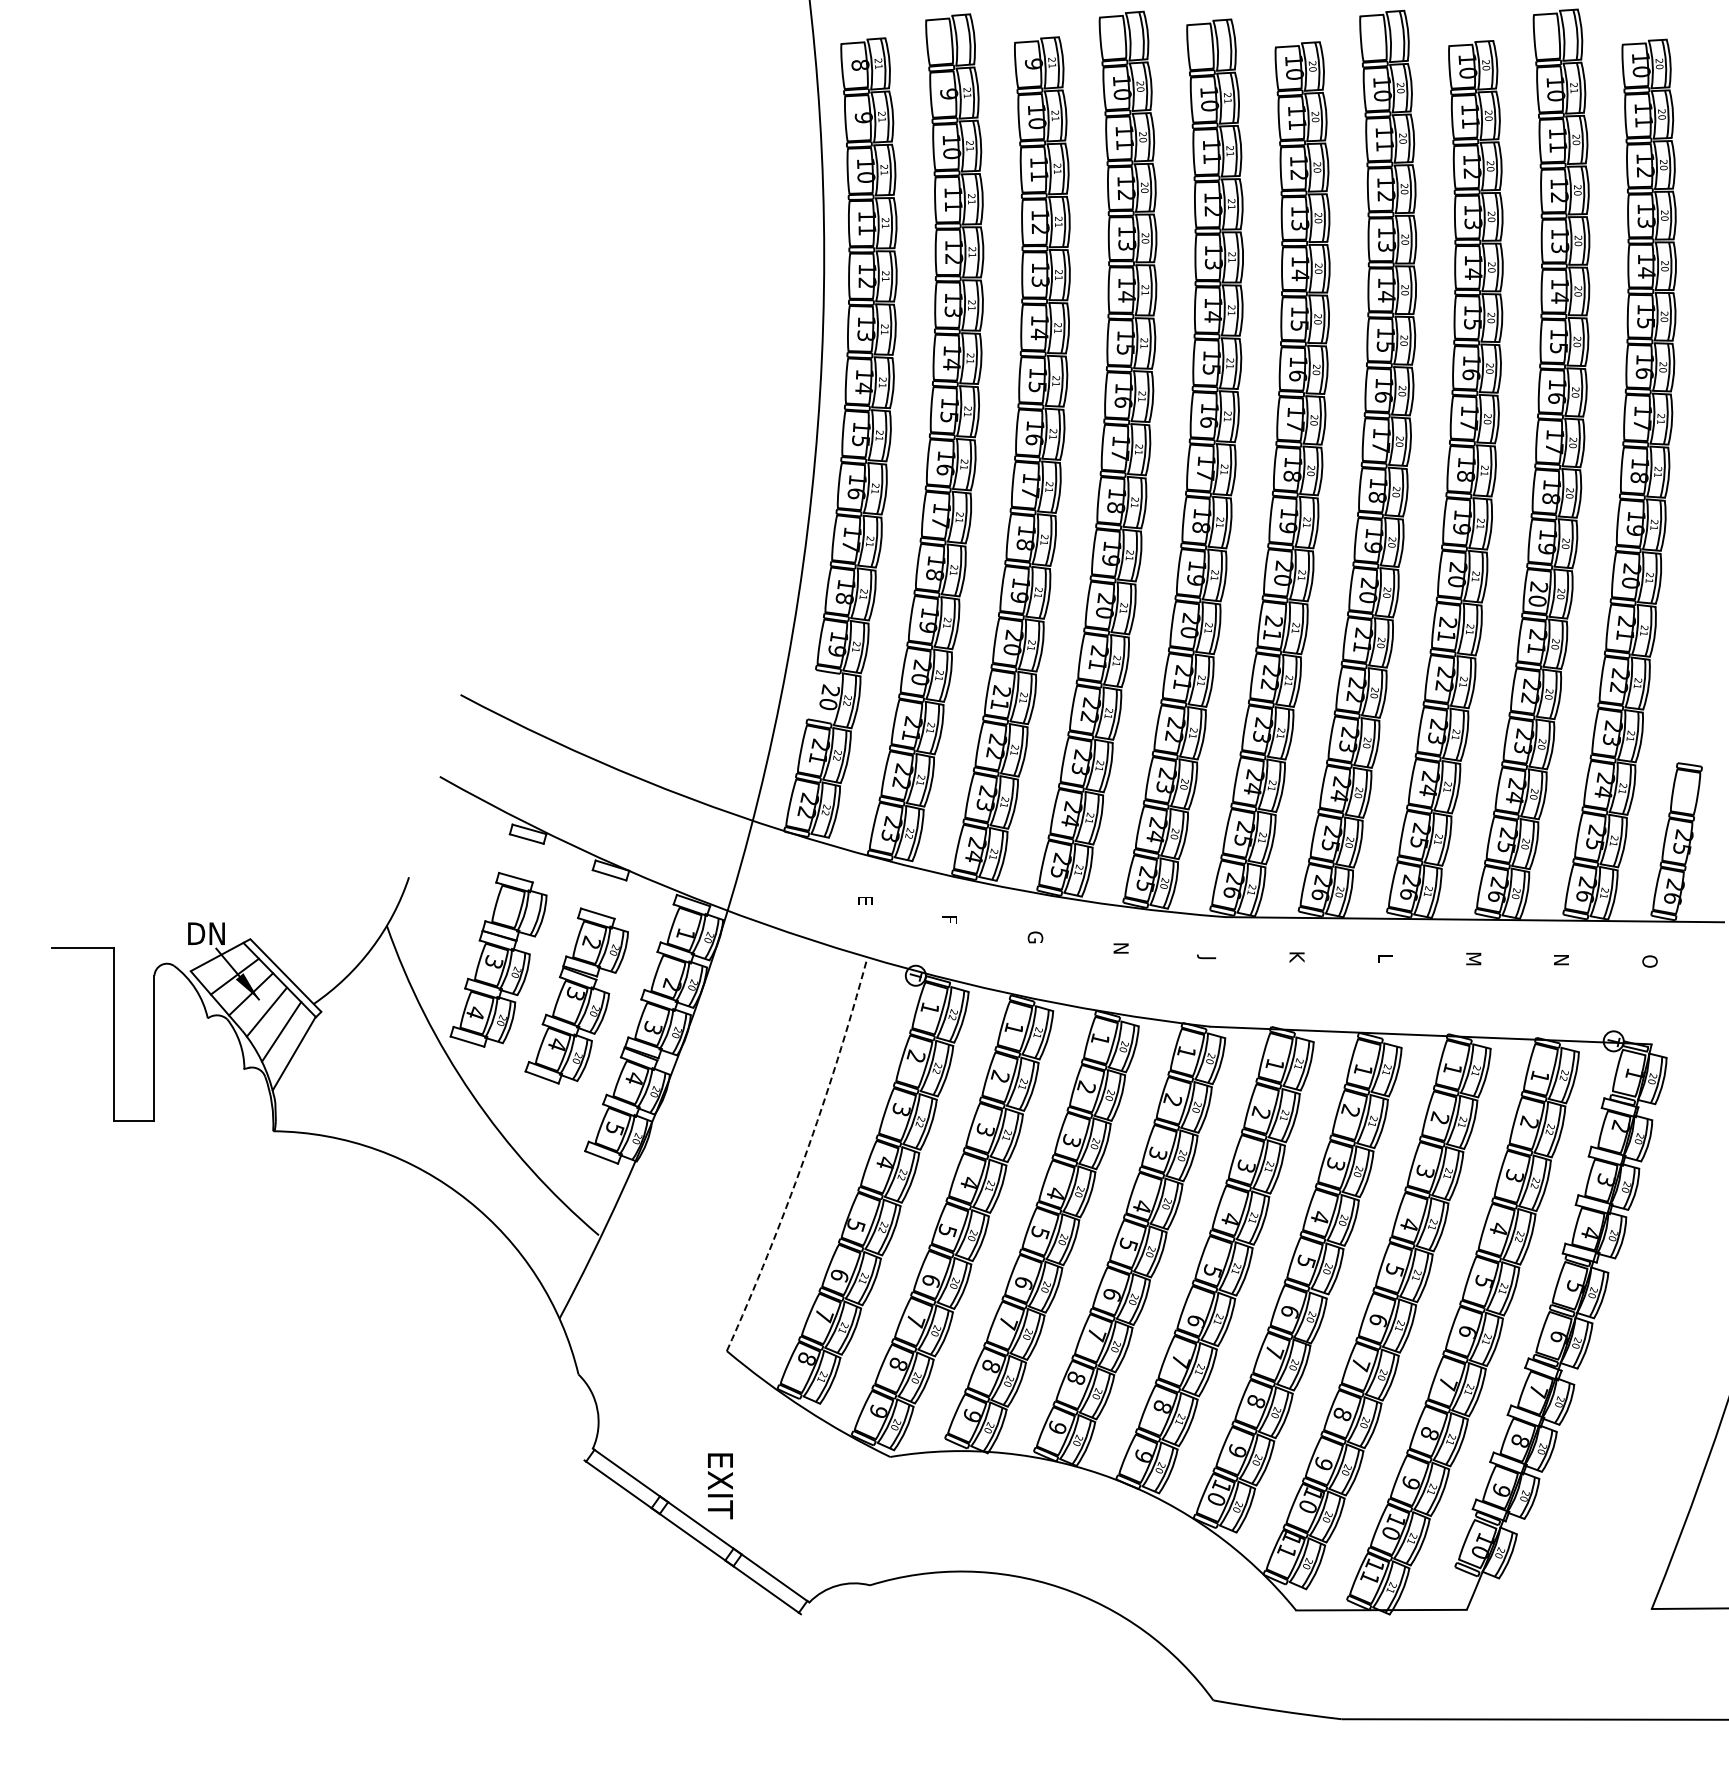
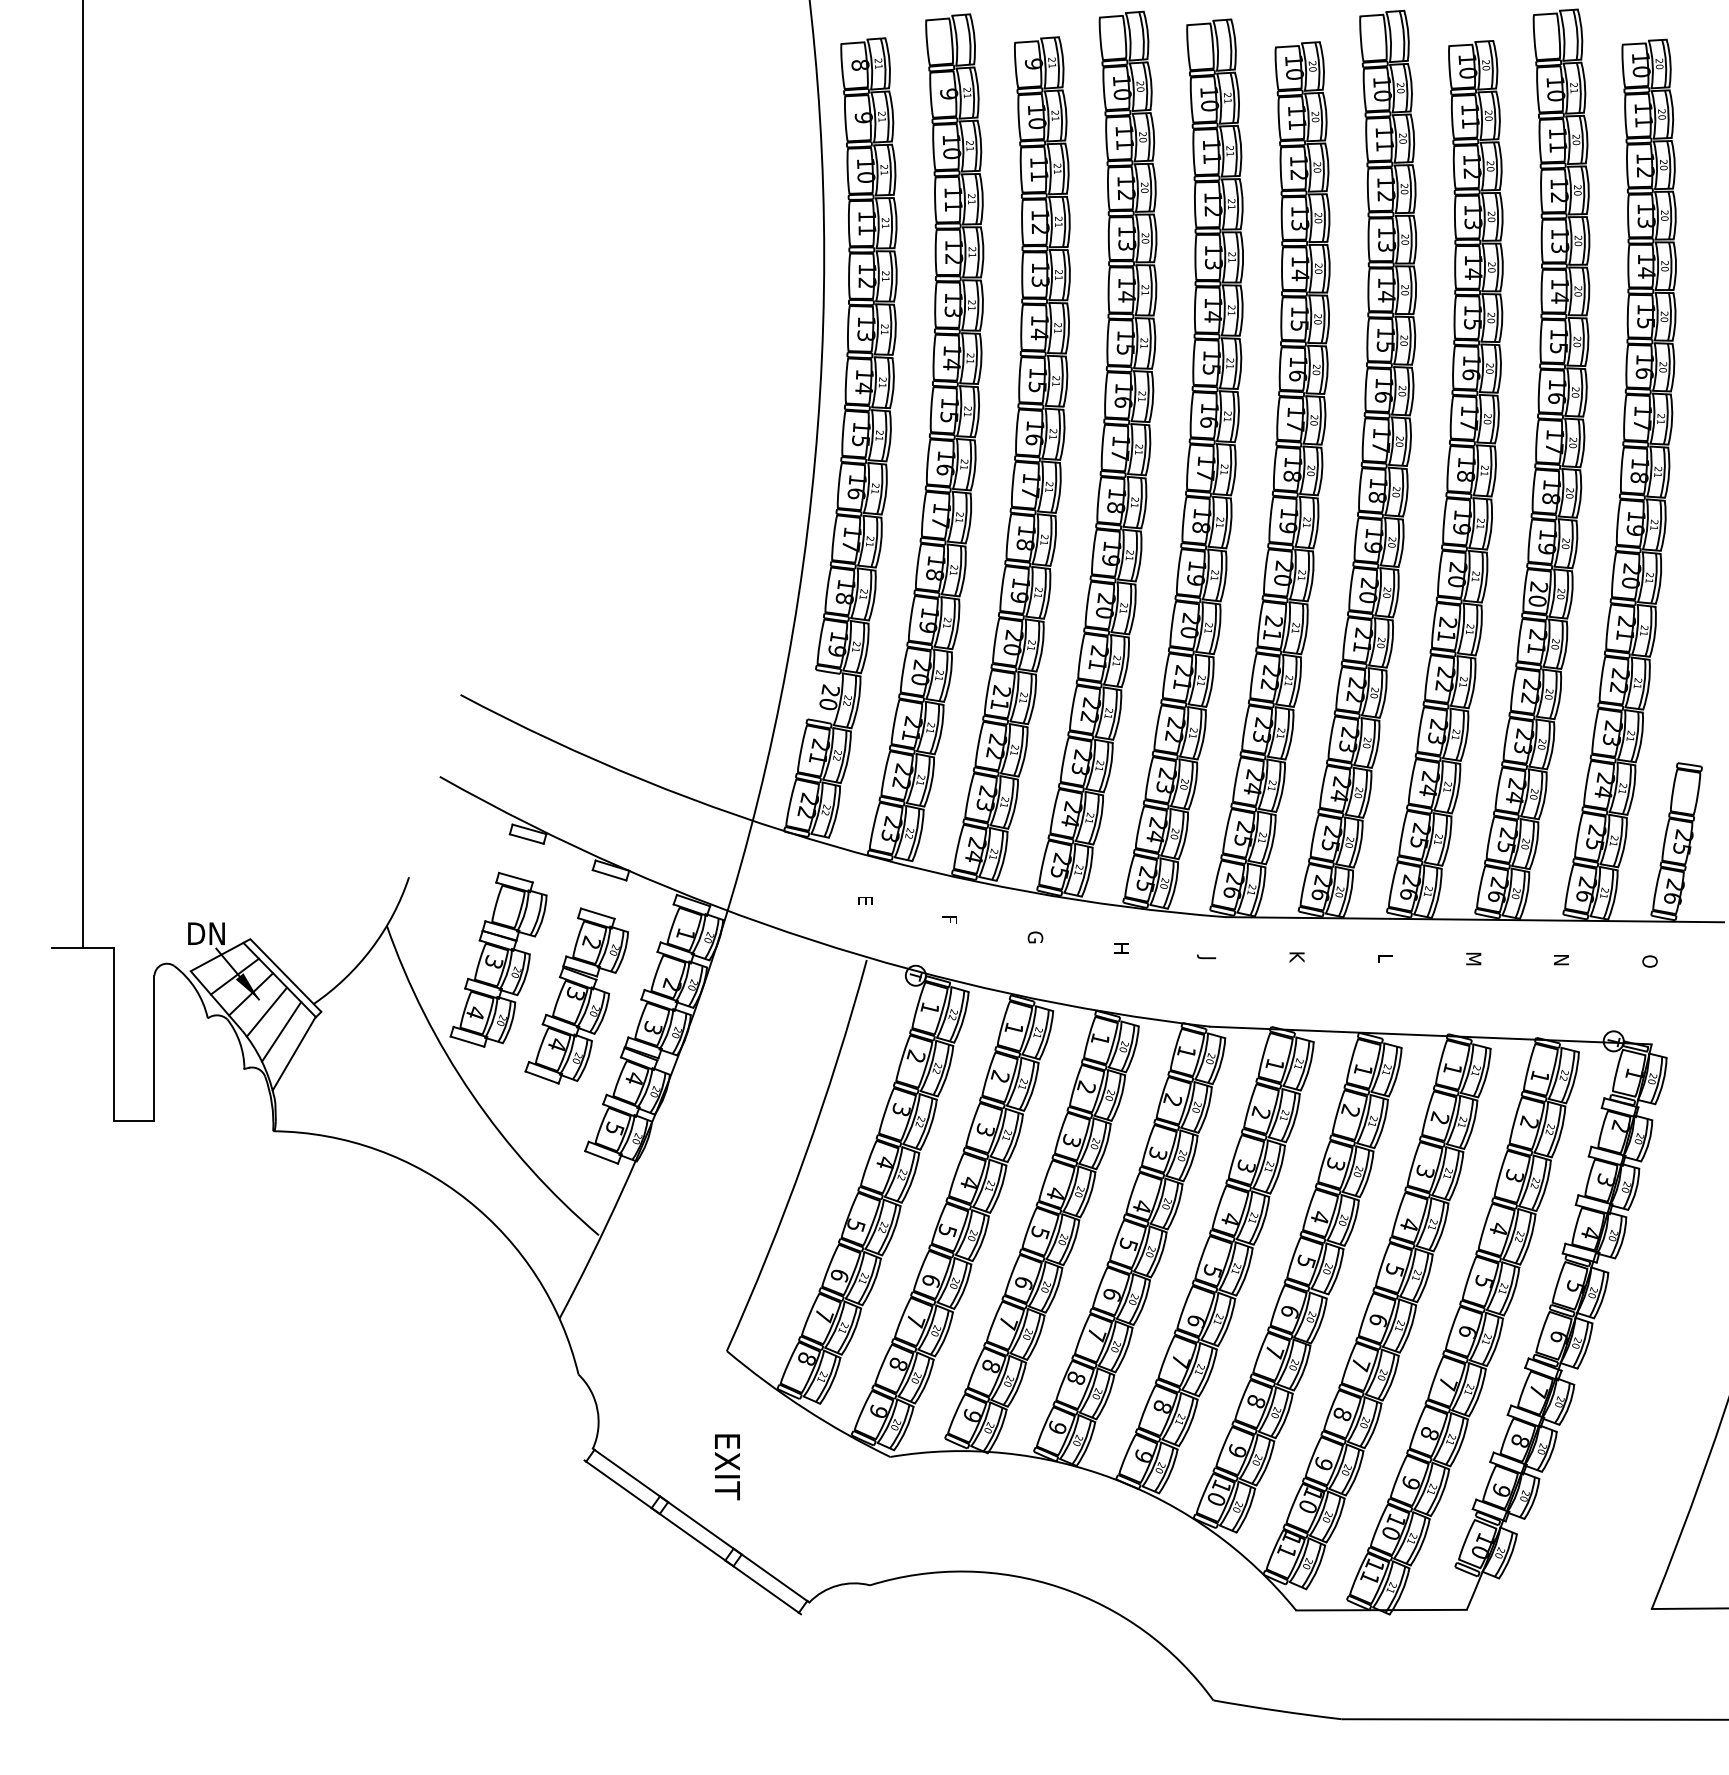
line at (82, 475): none -> present
text at (1120, 948): N -> H
arc at (804, 1158): dashed -> solid
text at (720, 1486) position: (720, 1486) -> (727, 1467)
